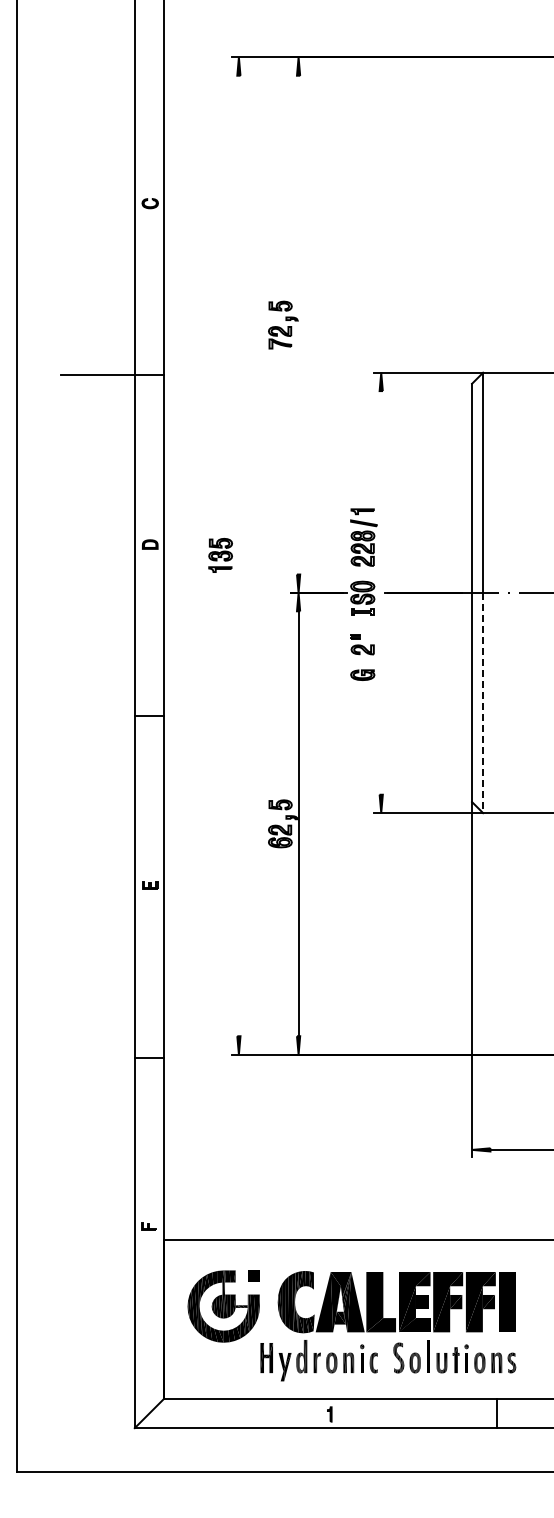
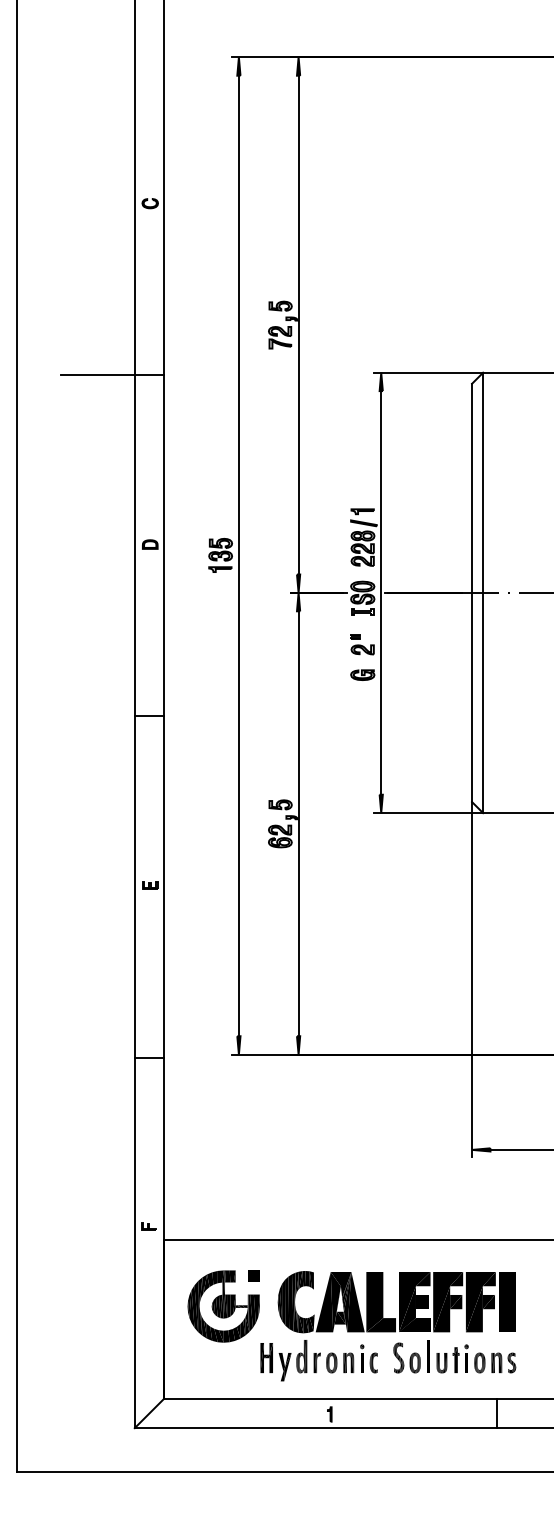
line at (298, 324): none -> present
line at (238, 555): none -> present
line at (381, 592): none -> present
line at (483, 703): dashed -> solid
